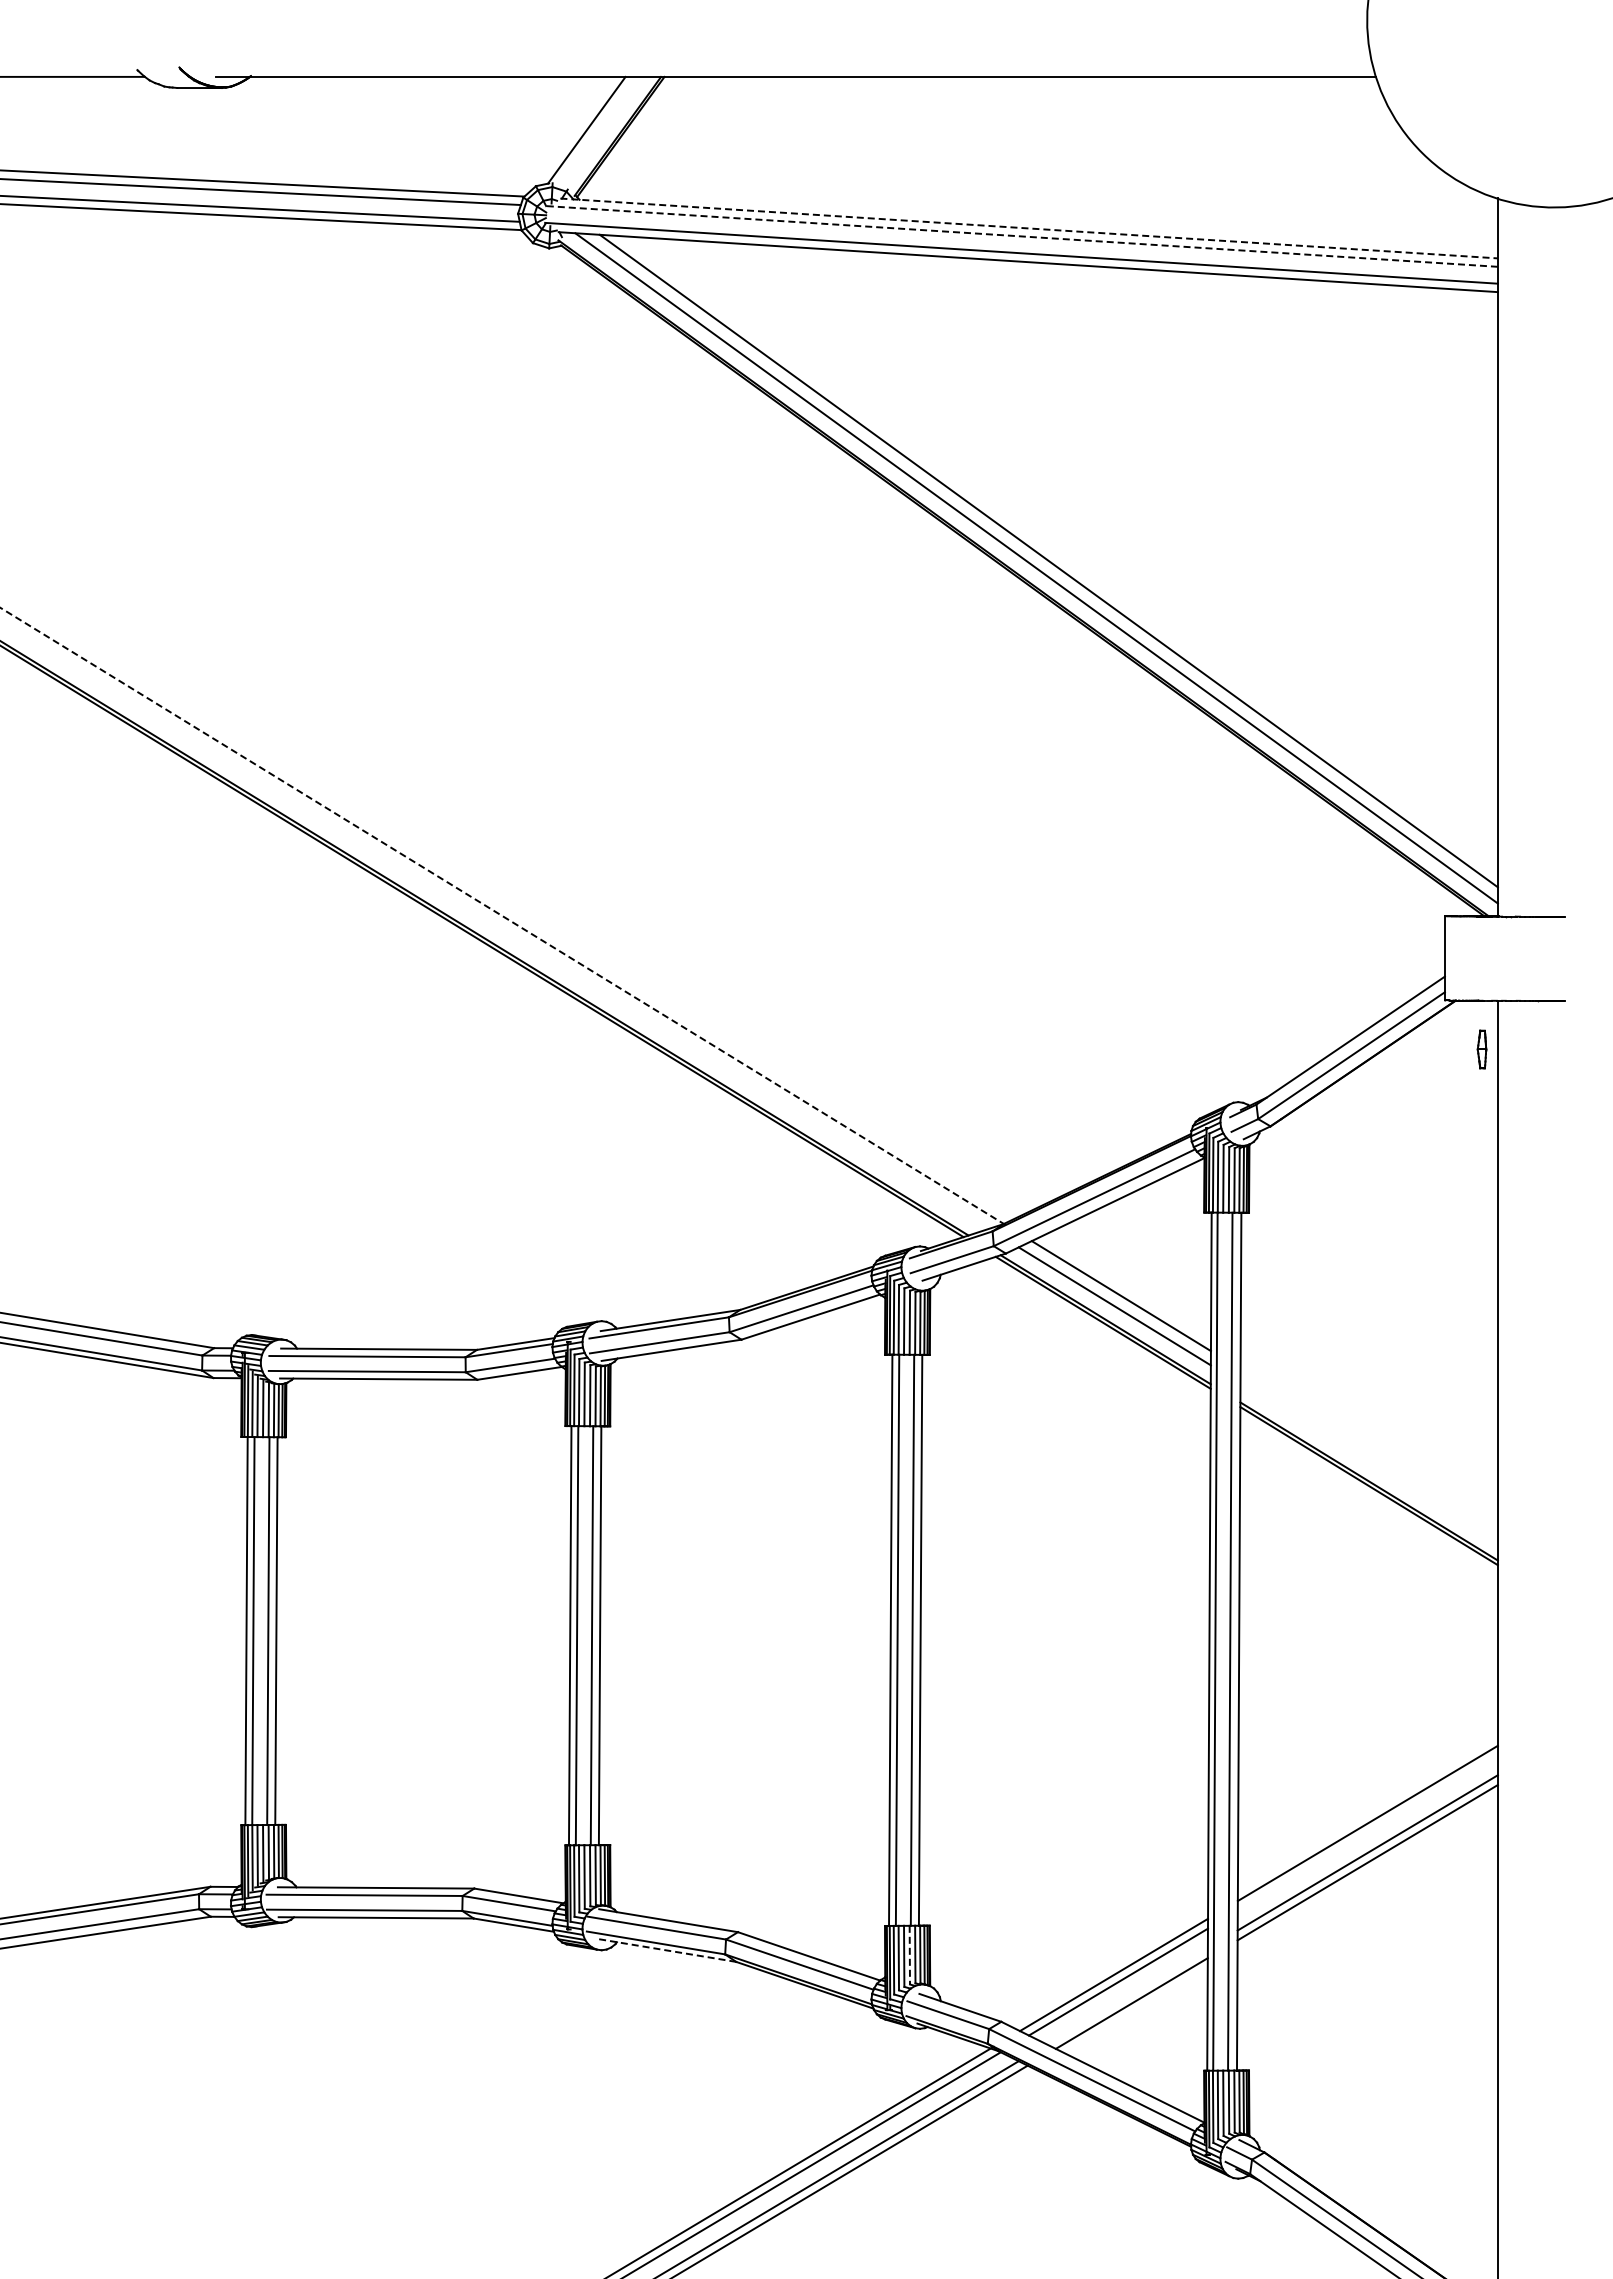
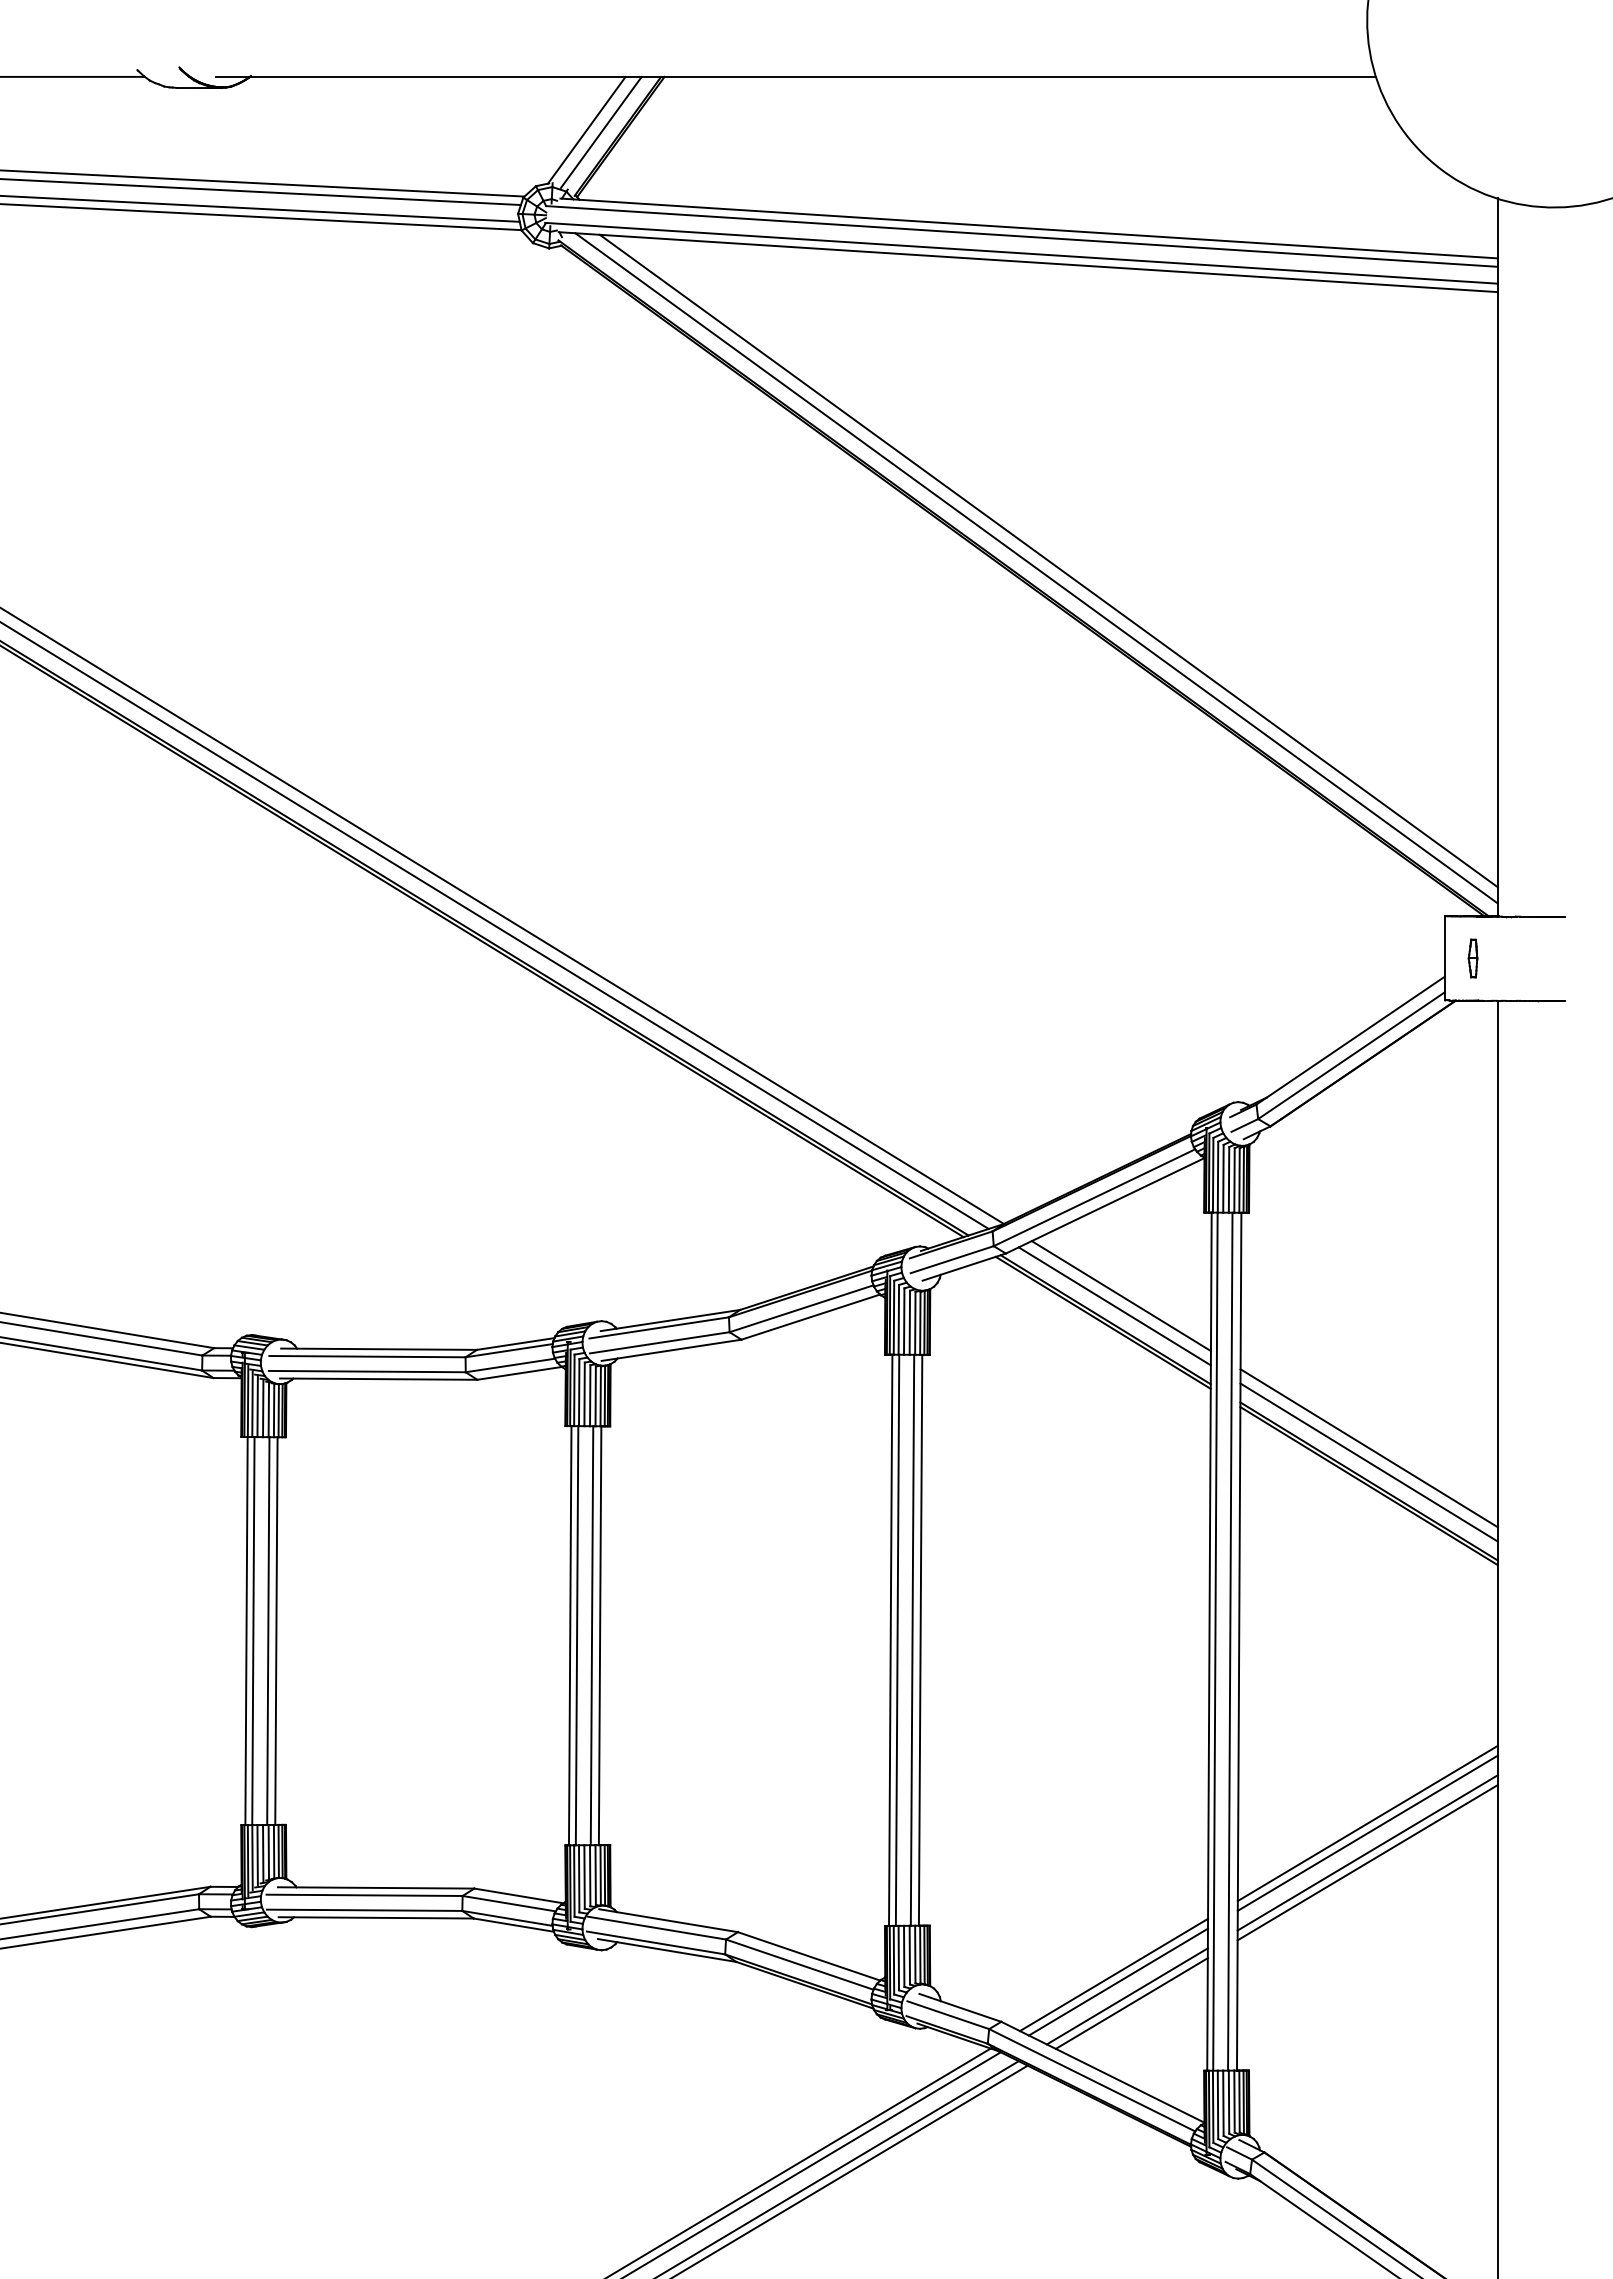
line at (600, 132): none -> present
line at (1029, 228): dashed -> solid
line at (1021, 236): dashed -> solid
line at (503, 916): dashed -> solid
line at (495, 925): none -> present
part at (1481, 1049) position: (1481, 1049) -> (1472, 958)
line at (1368, 1448): none -> present
line at (1368, 1462): none -> present
line at (1367, 1832): none -> present
line at (666, 1950): dashed -> solid
line at (909, 1955): dashed -> solid
line at (1126, 1996): none -> present
